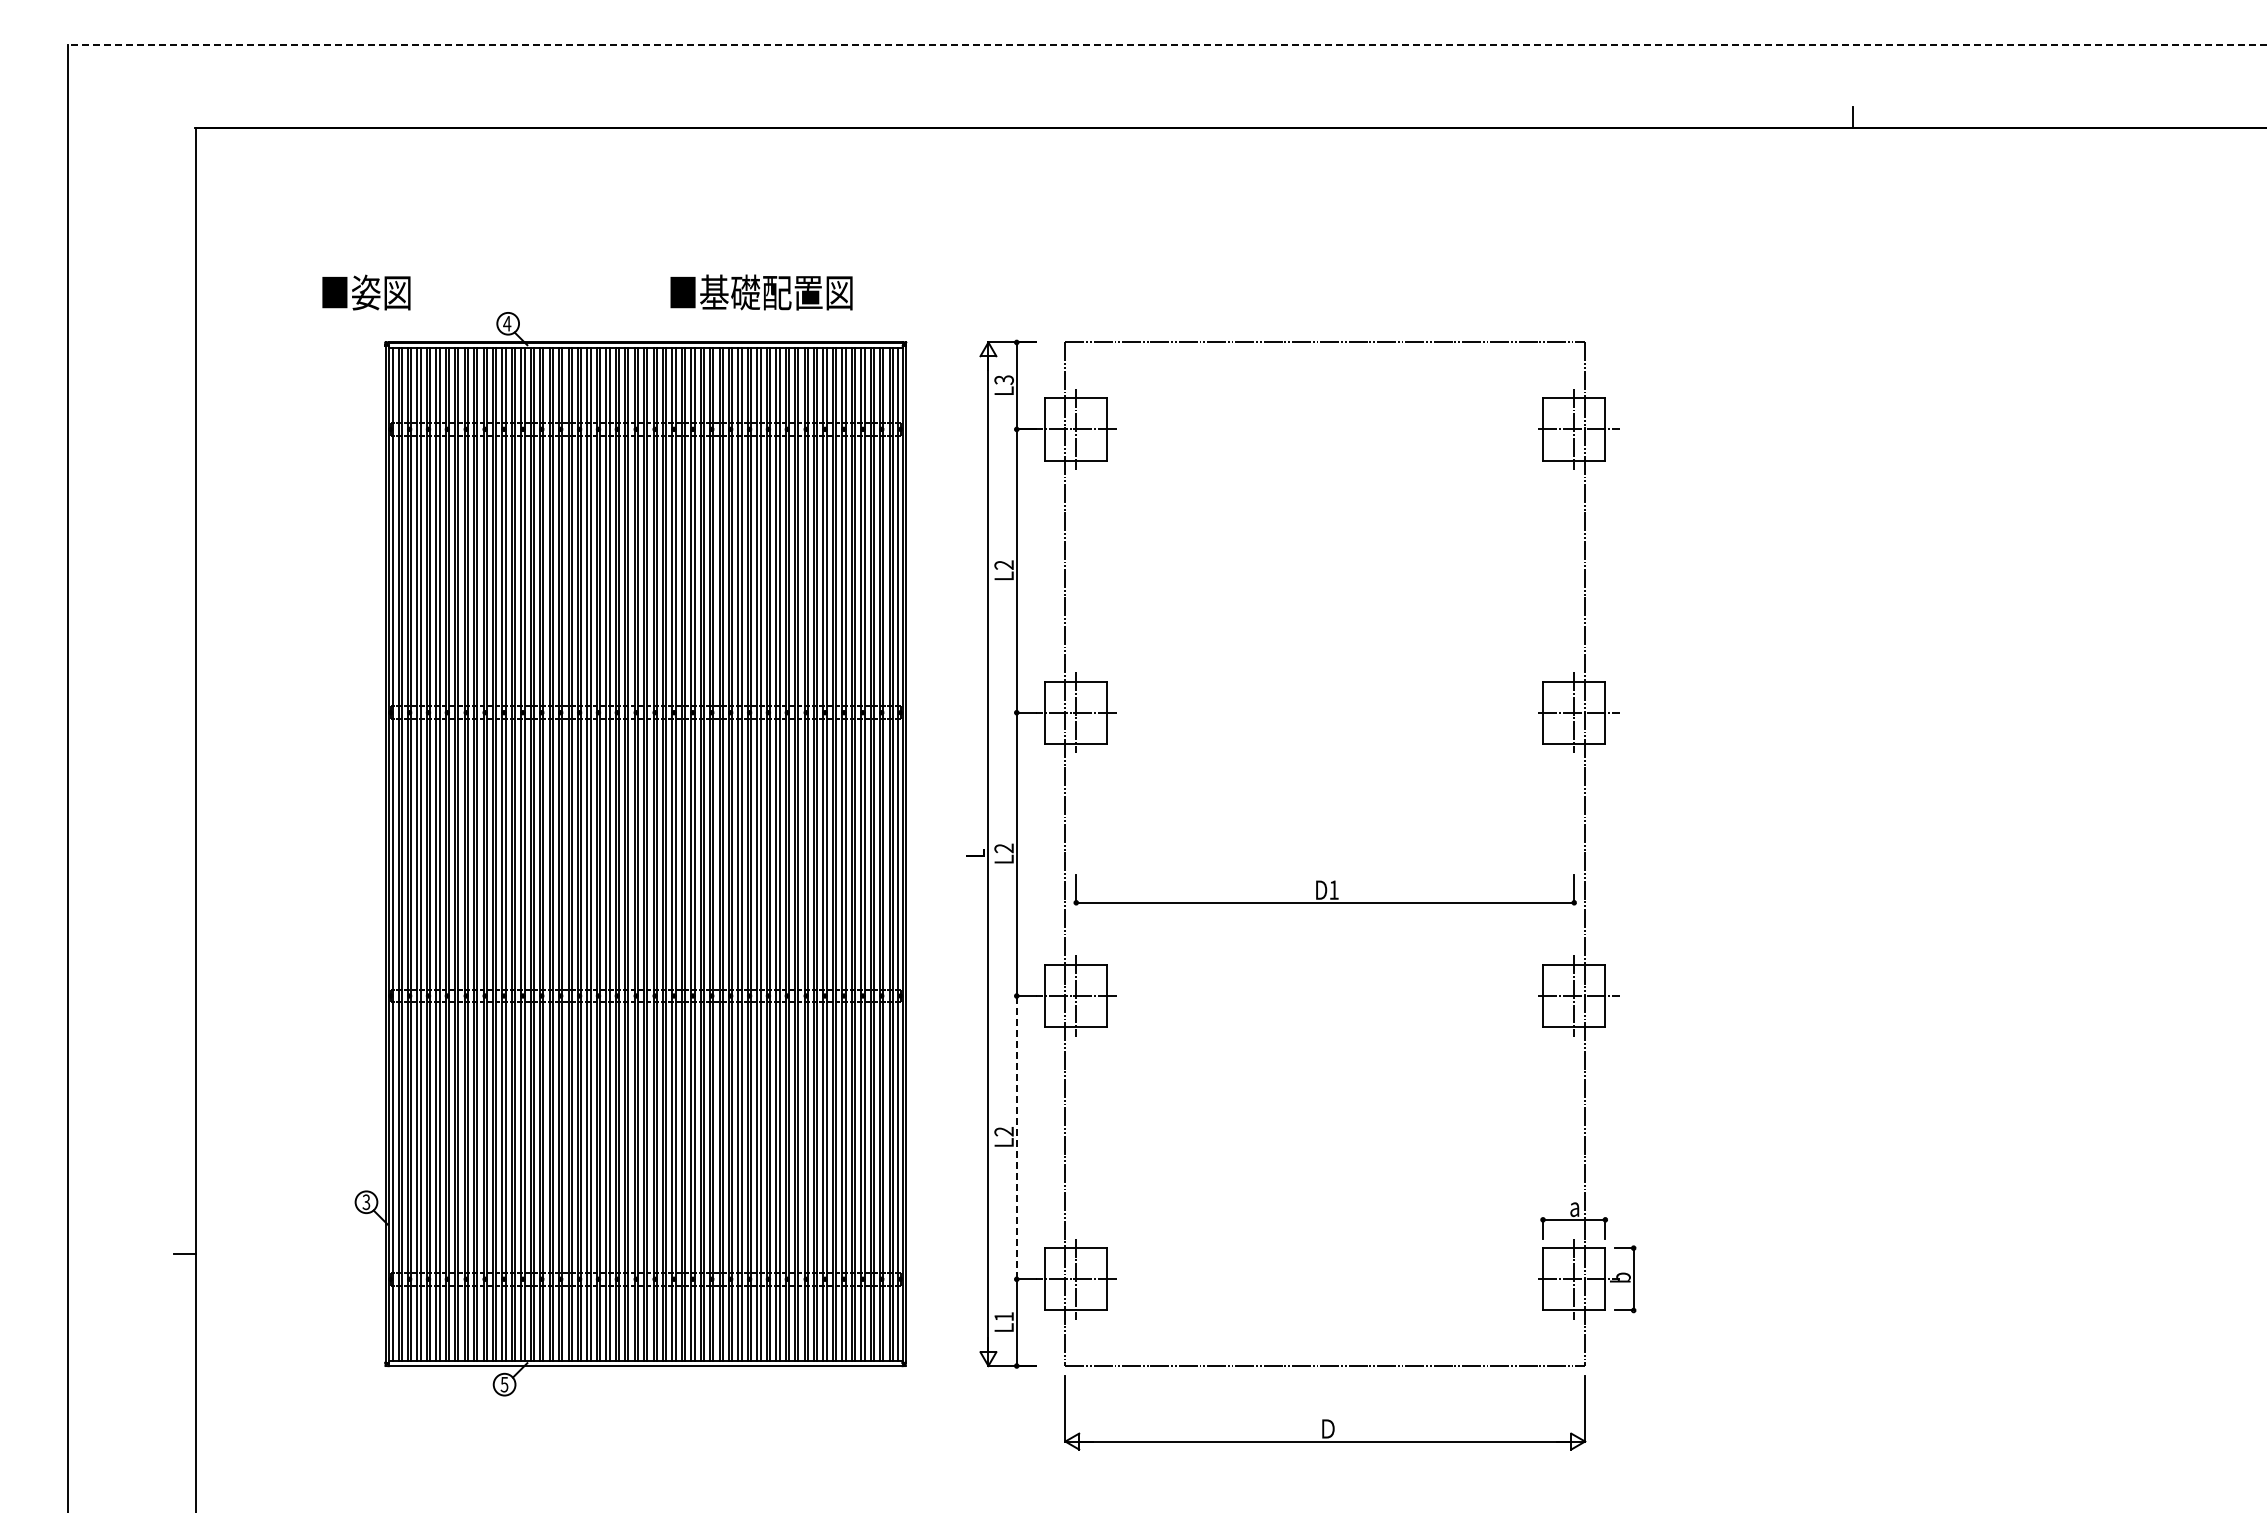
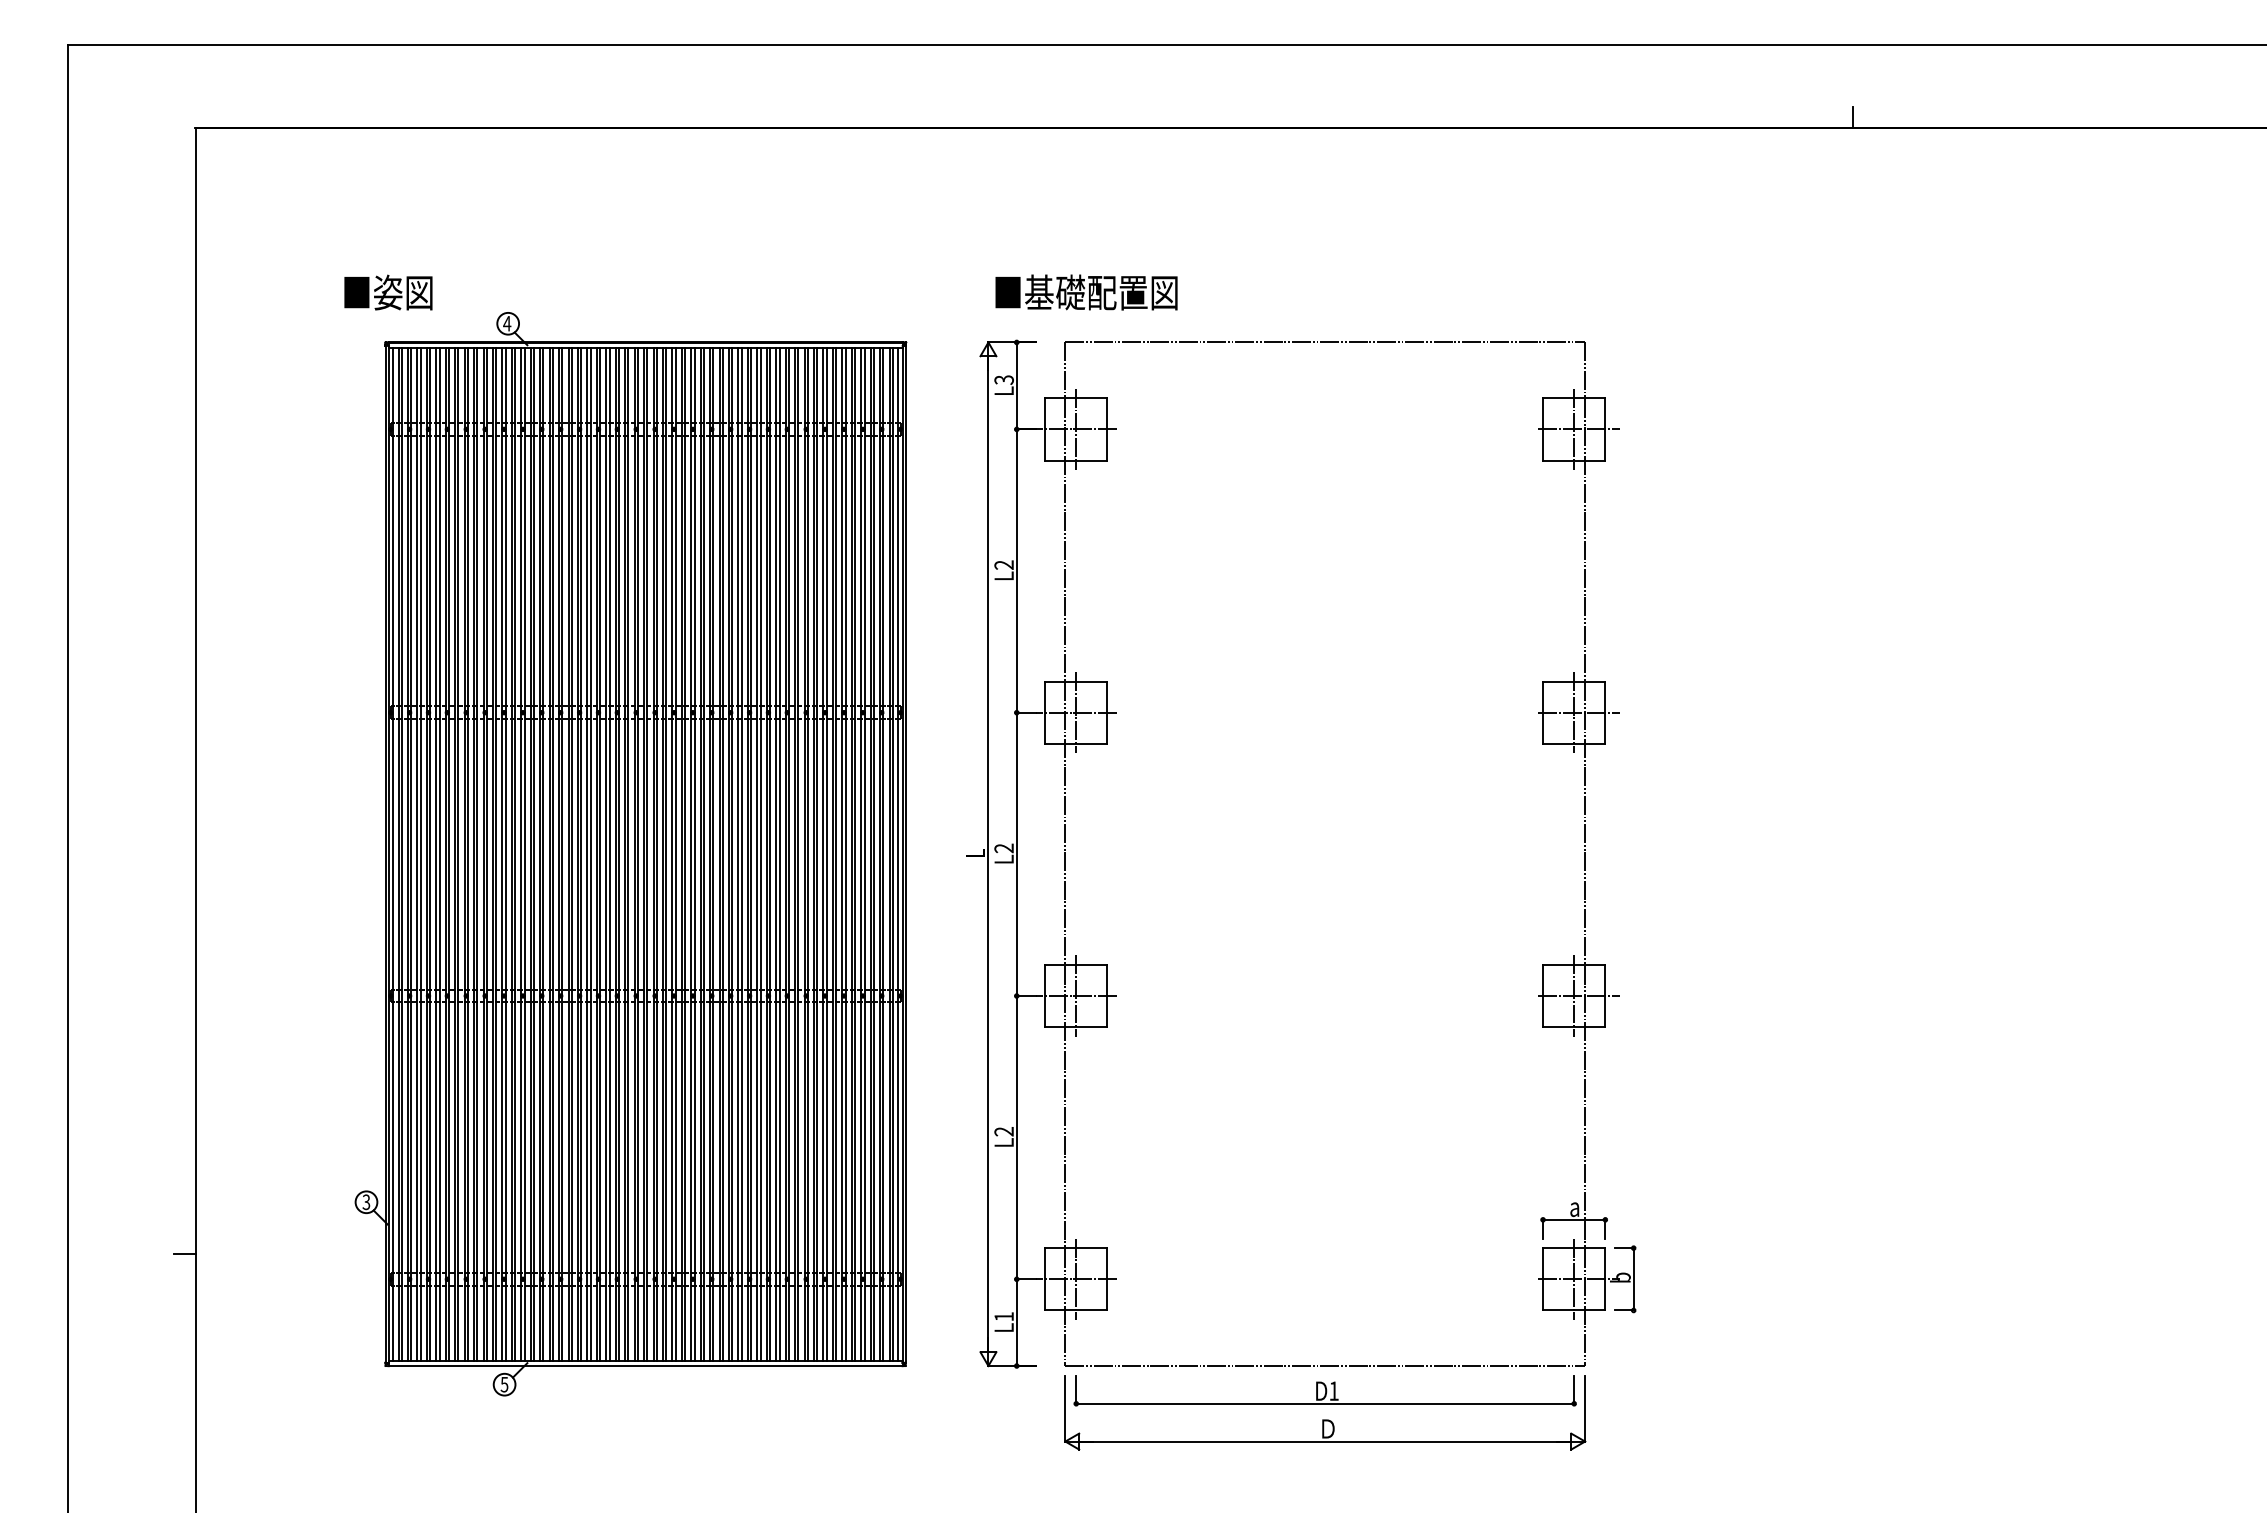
line at (1166, 45): dashed -> solid
text at (366, 292) position: (366, 292) -> (388, 292)
text at (761, 292) position: (761, 292) -> (1086, 292)
part at (1324, 889) position: (1324, 889) -> (1324, 1390)
line at (1016, 1137): dashed -> solid
